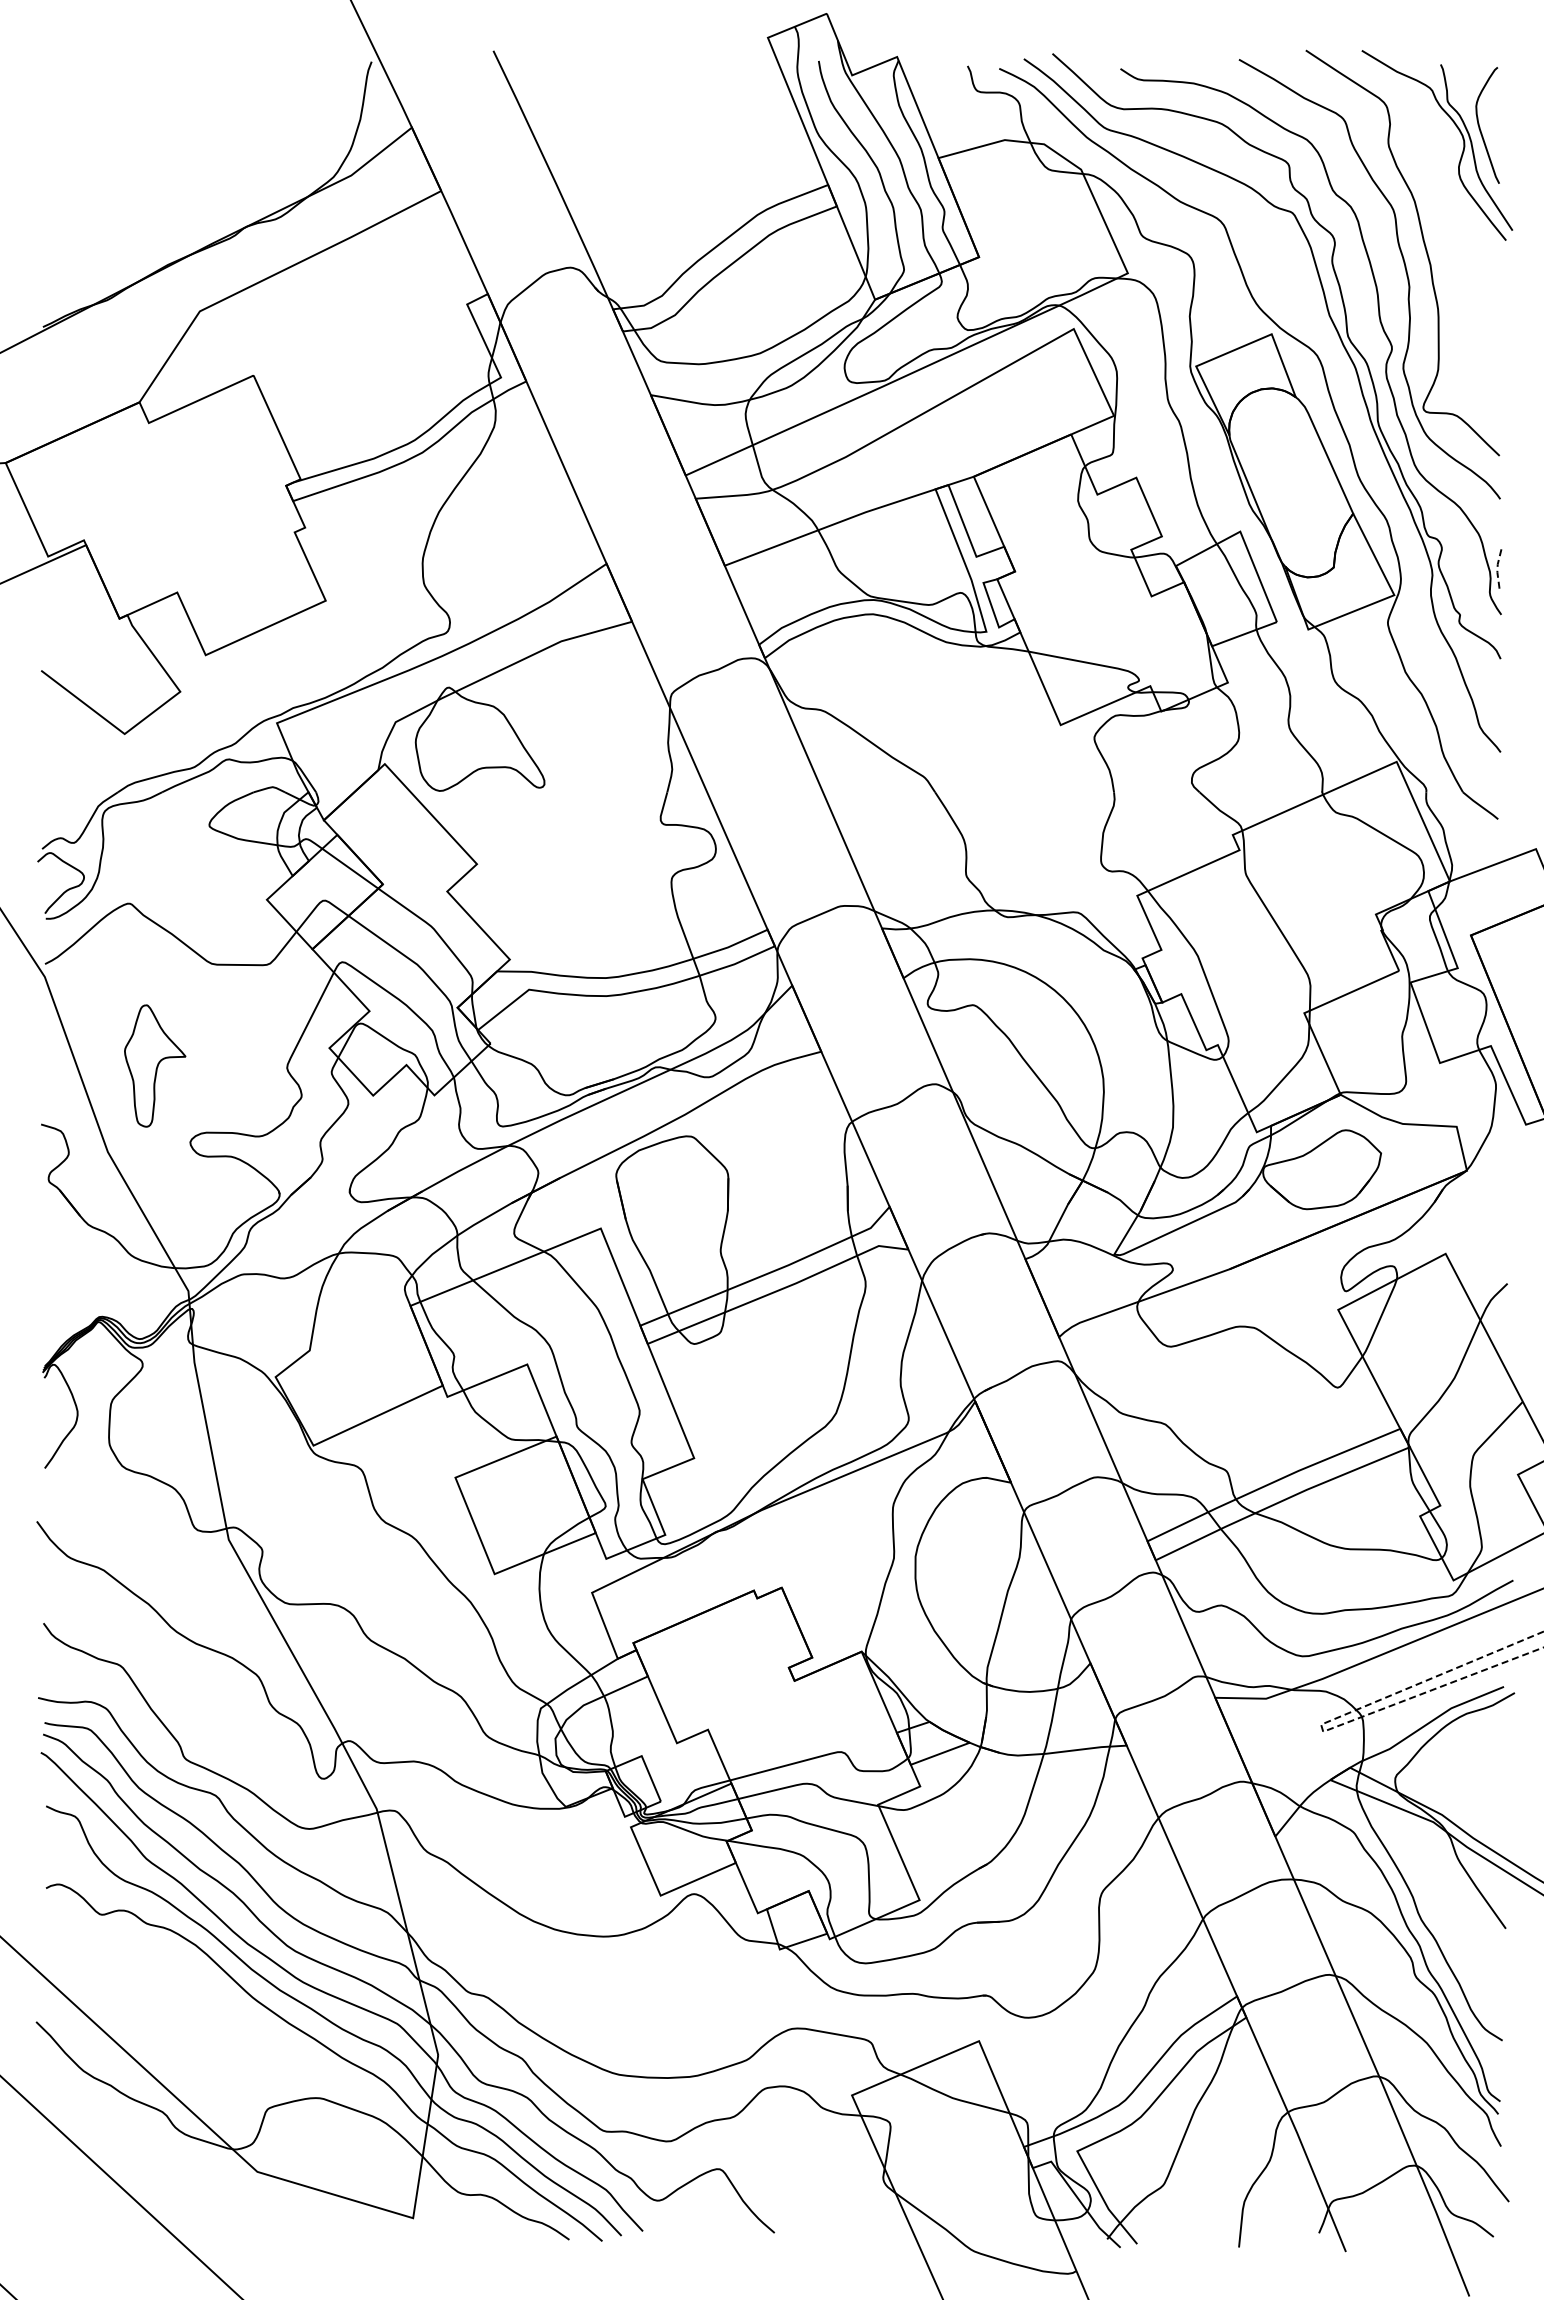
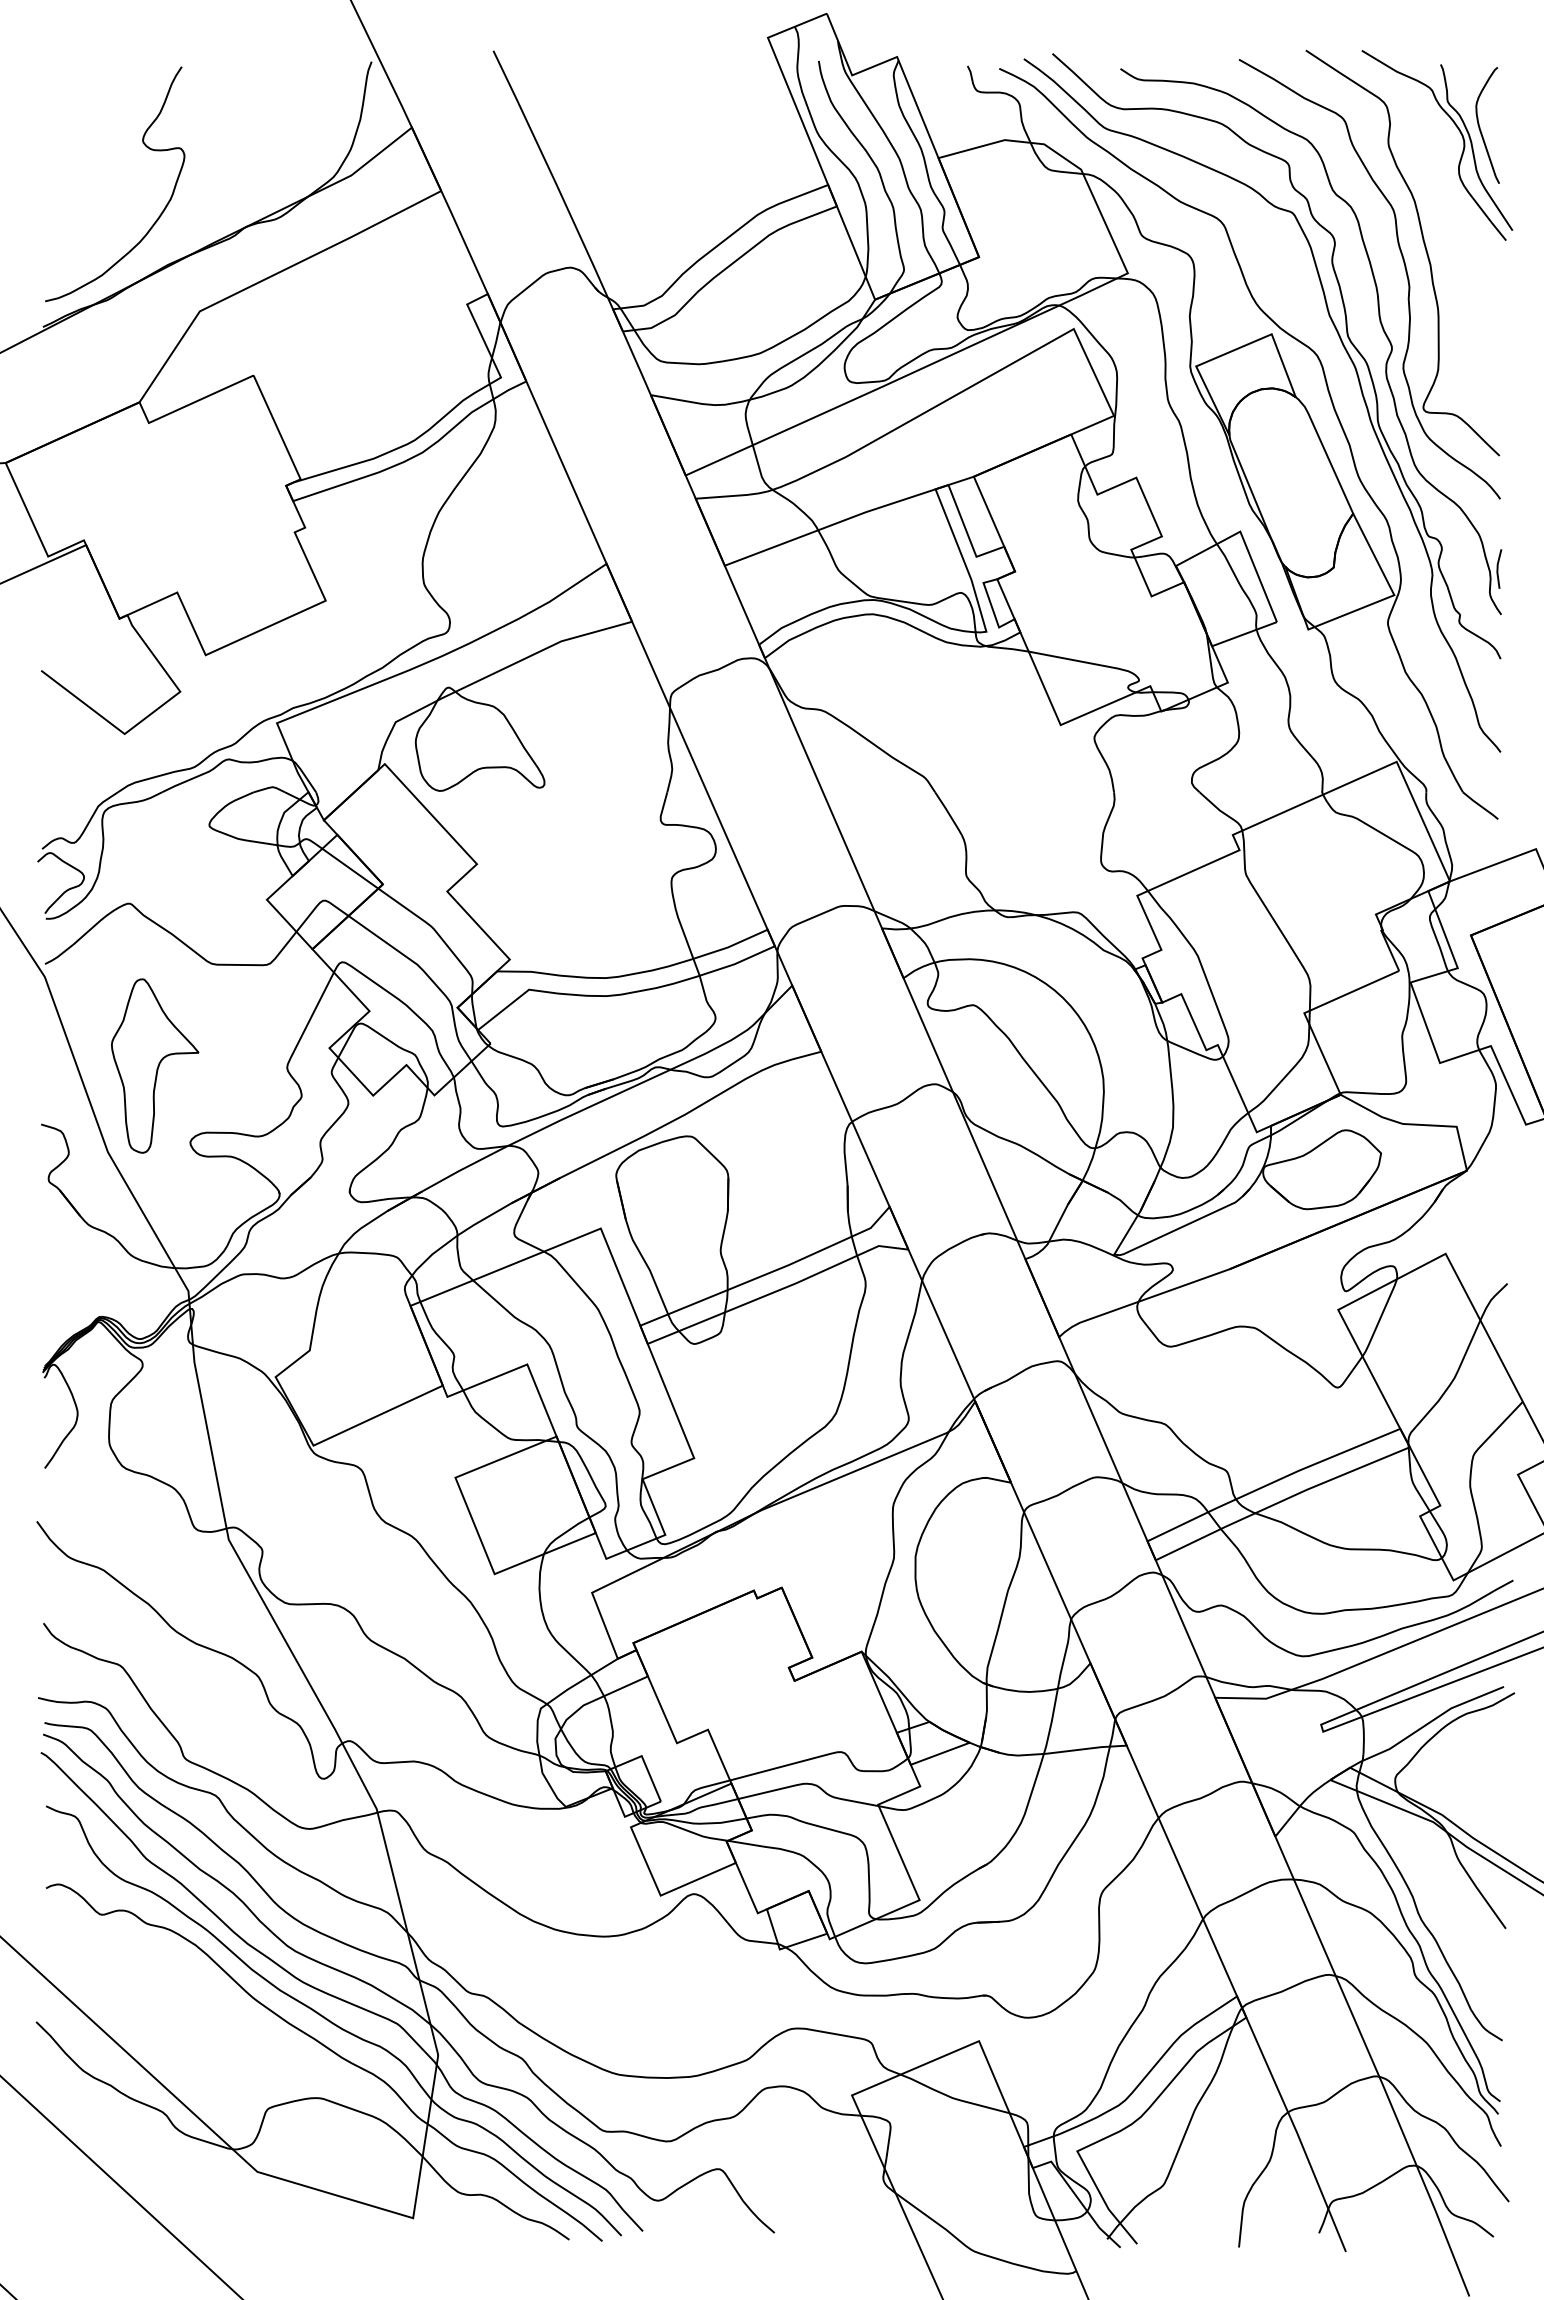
curve at (147, 148): none -> present
line at (1497, 569): dashed -> solid
part at (155, 1065) size: 63x124 px -> 89x176 px
line at (1321, 1726): dashed -> solid
